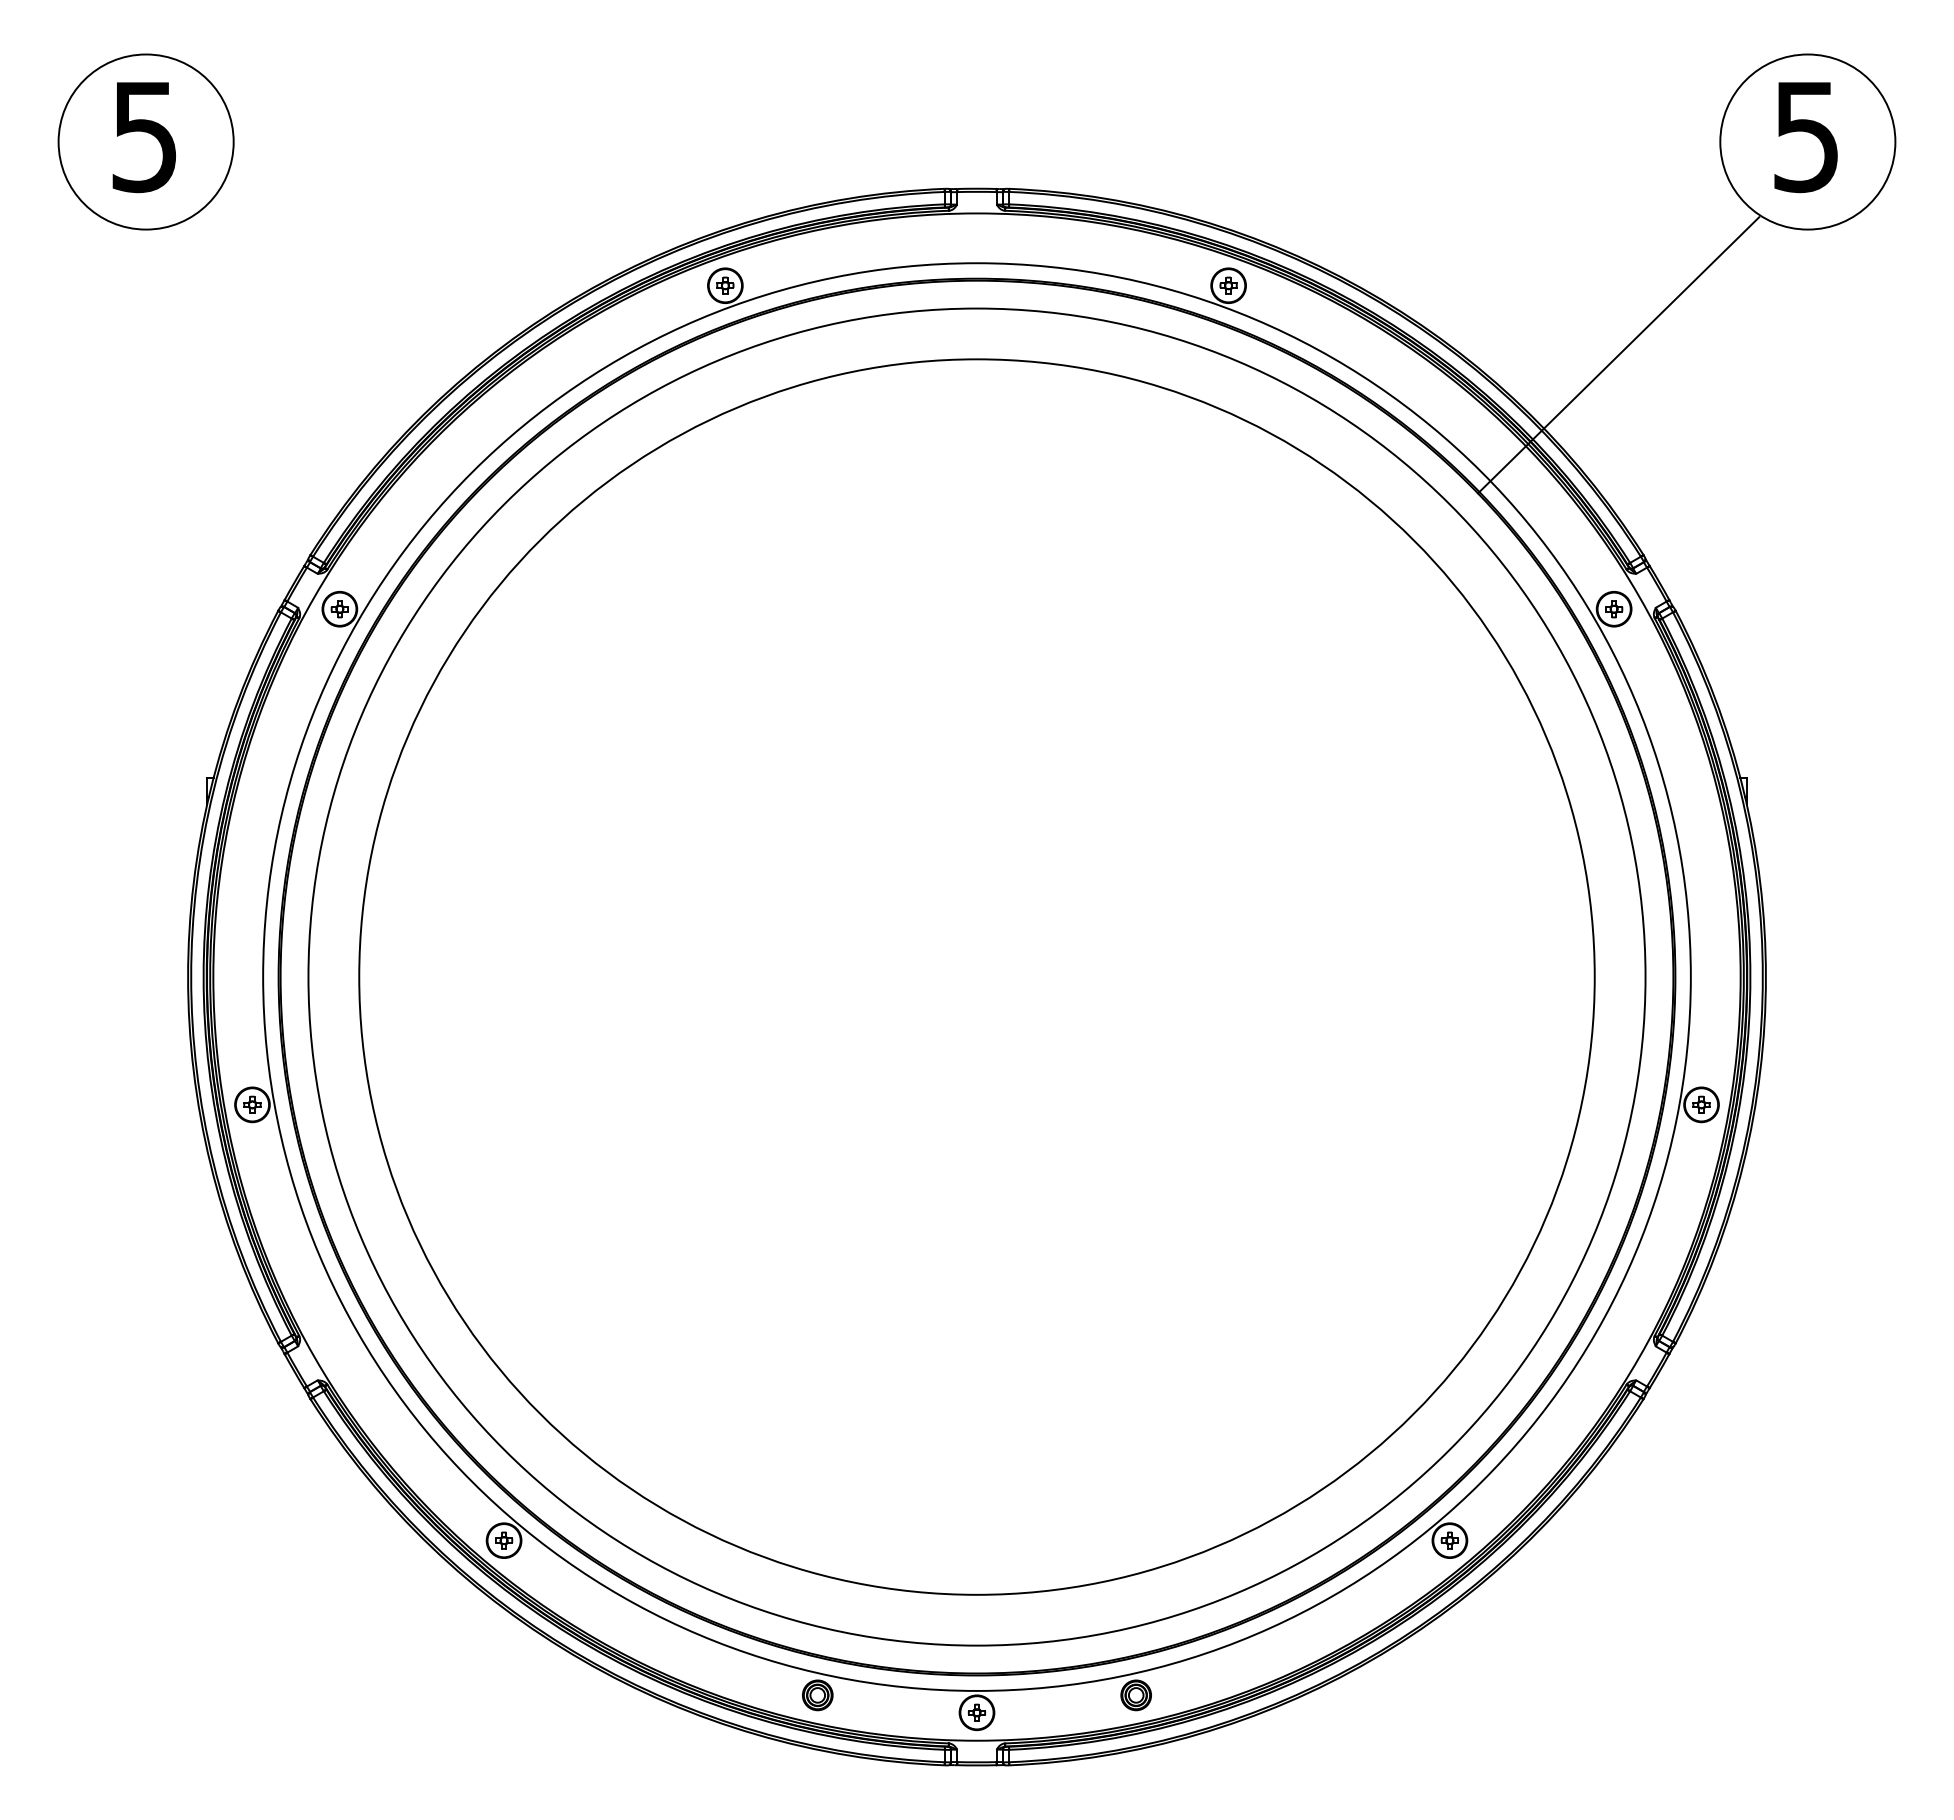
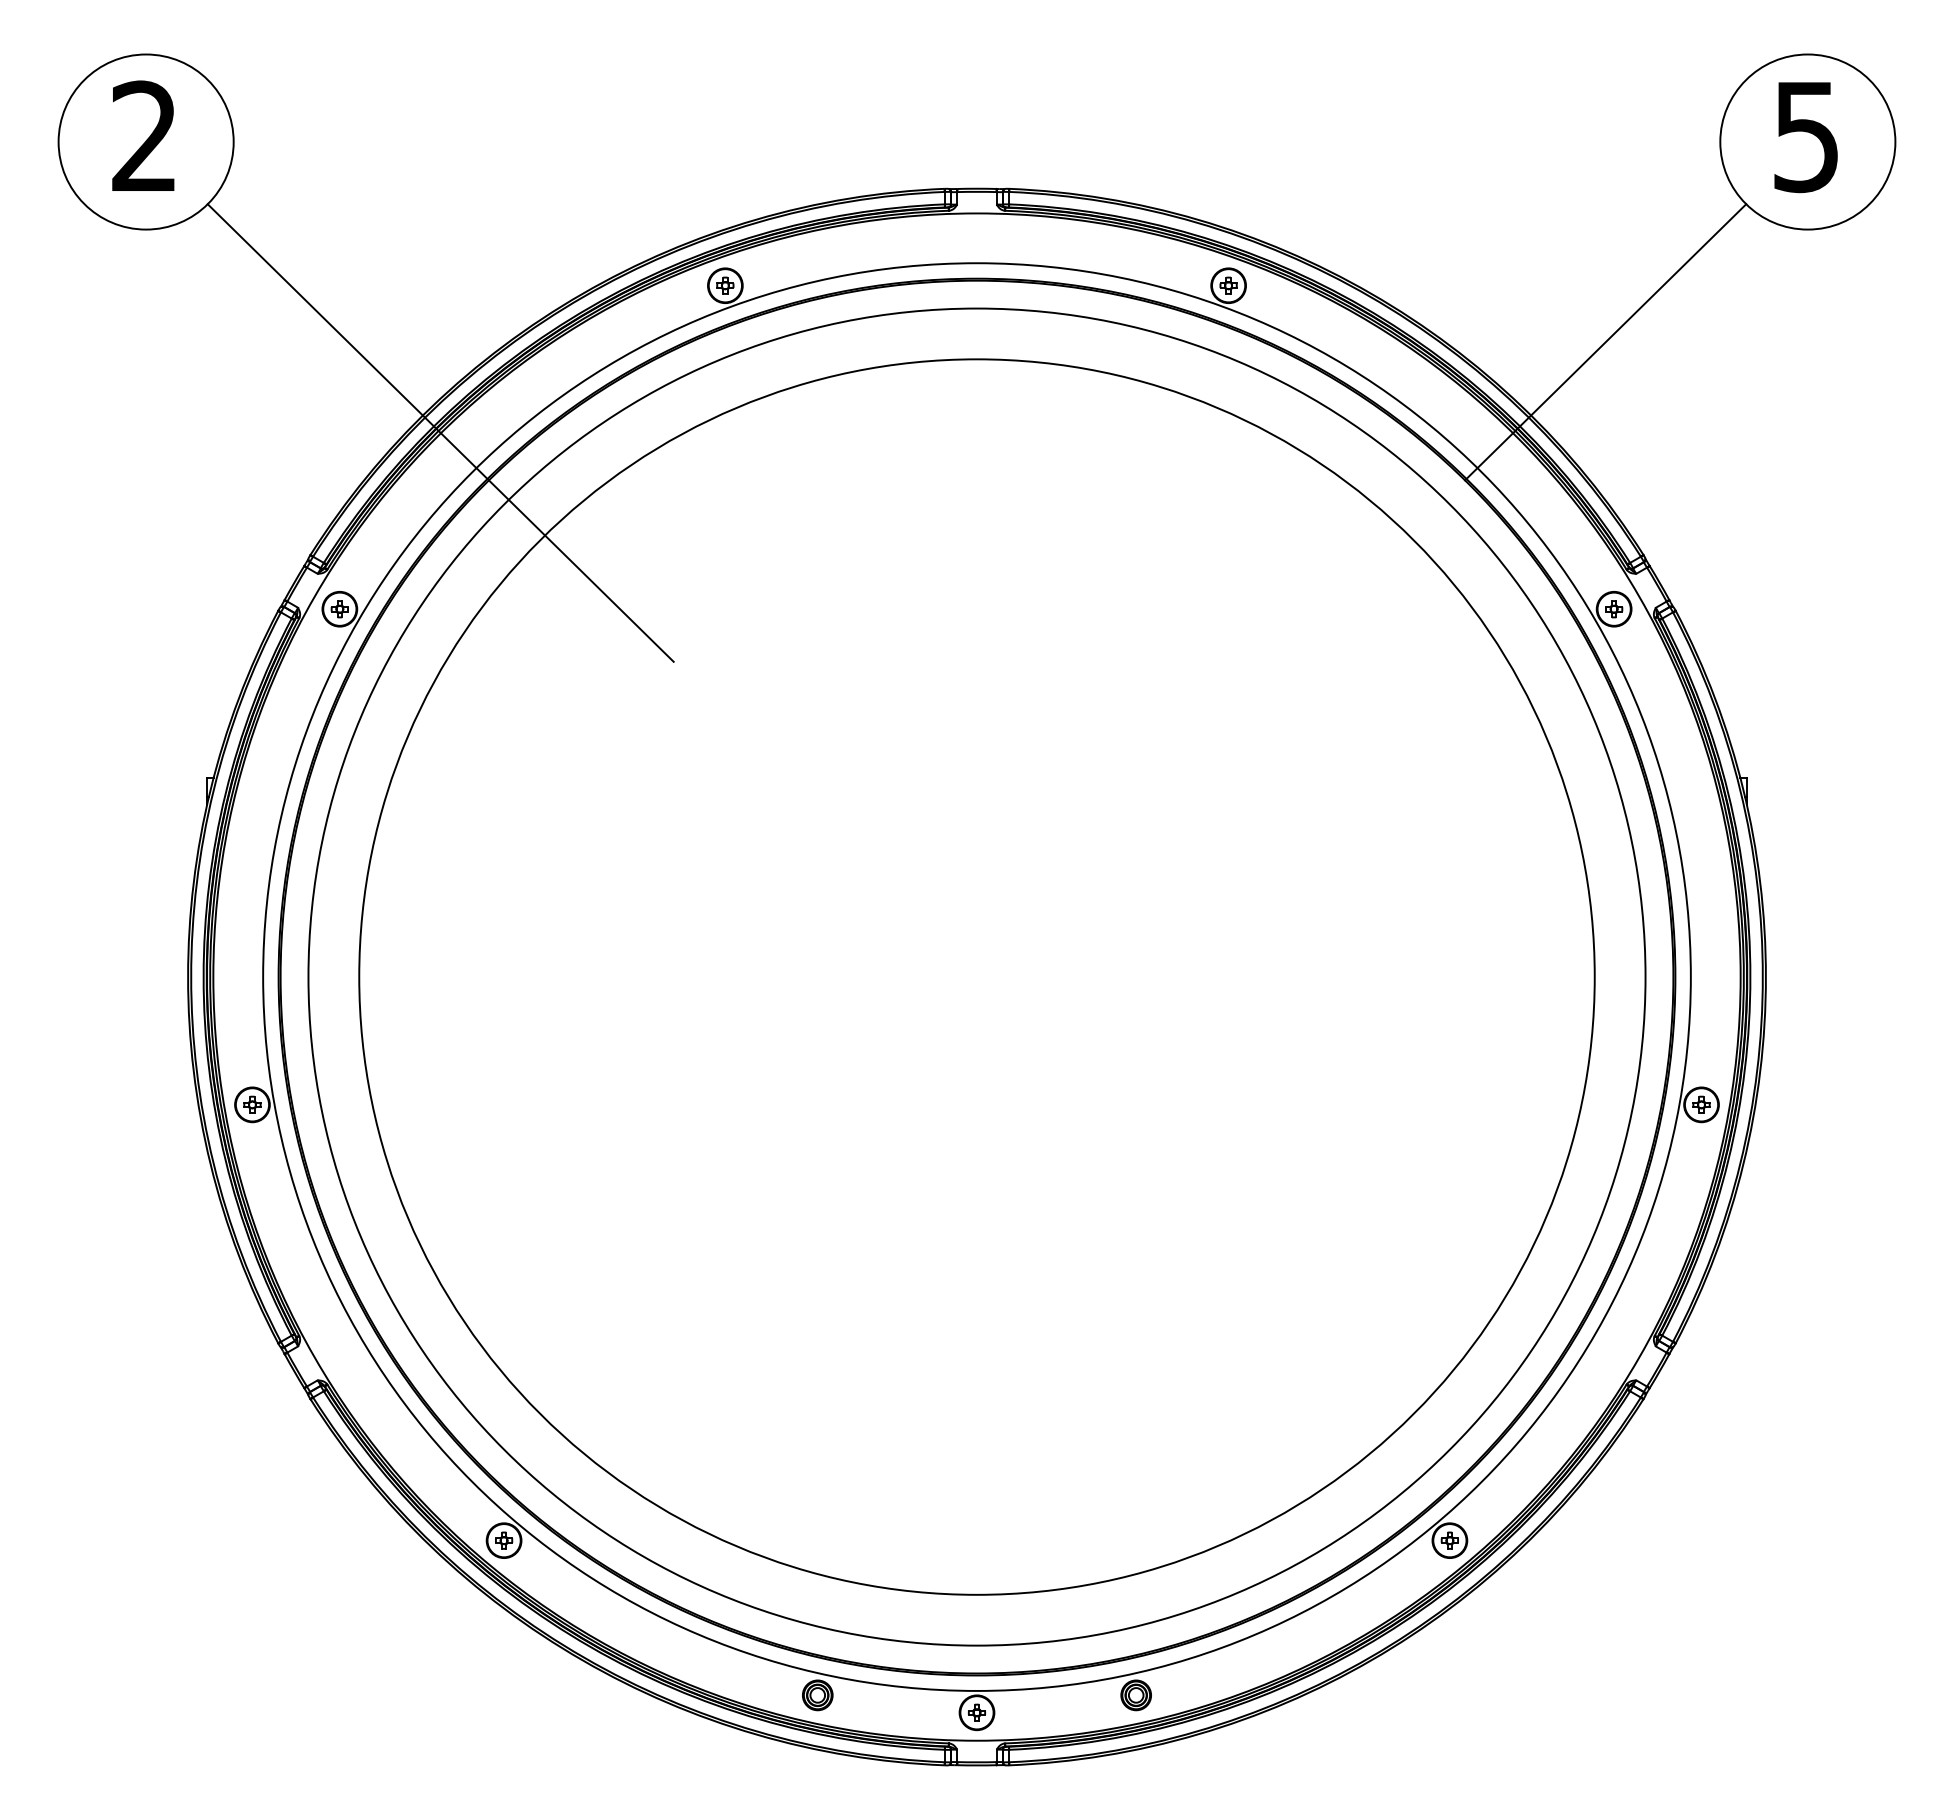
text at (143, 136): 5 -> 2
line at (1618, 355) position: (1618, 355) -> (1605, 342)
line at (440, 432): none -> present
